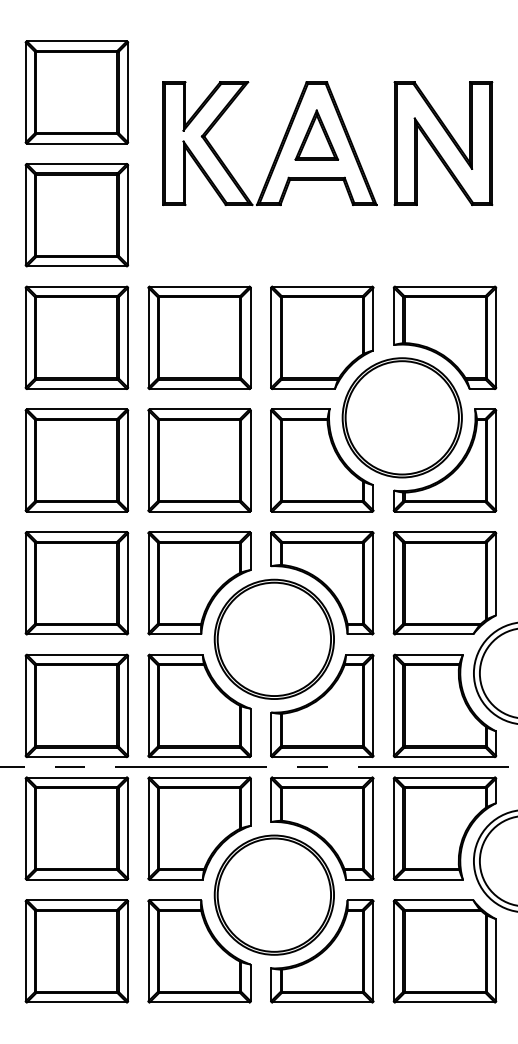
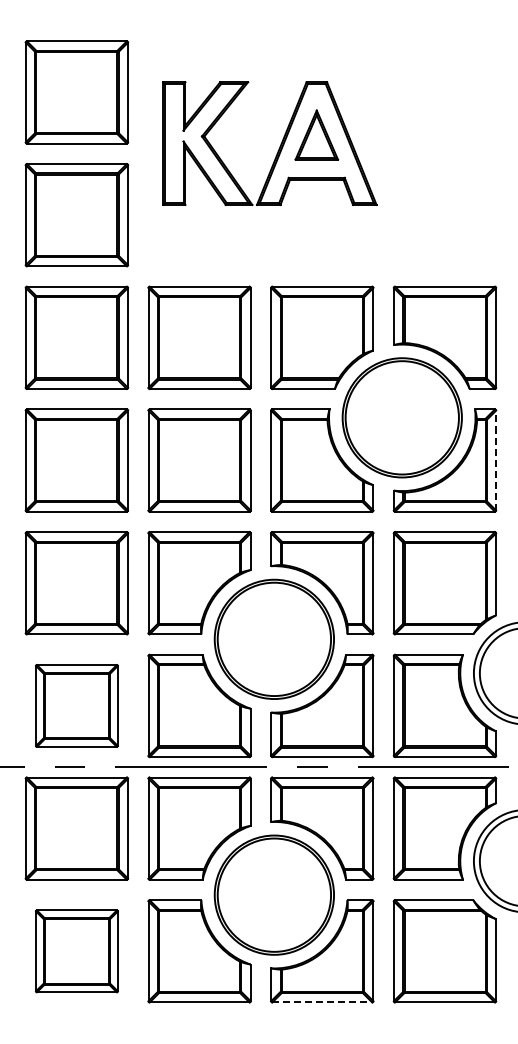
part at (443, 143): present -> none
line at (496, 460): solid -> dashed
part at (76, 705) size: 106x106 px -> 84x84 px
part at (76, 951) size: 106x105 px -> 84x85 px
line at (322, 1002): solid -> dashed
